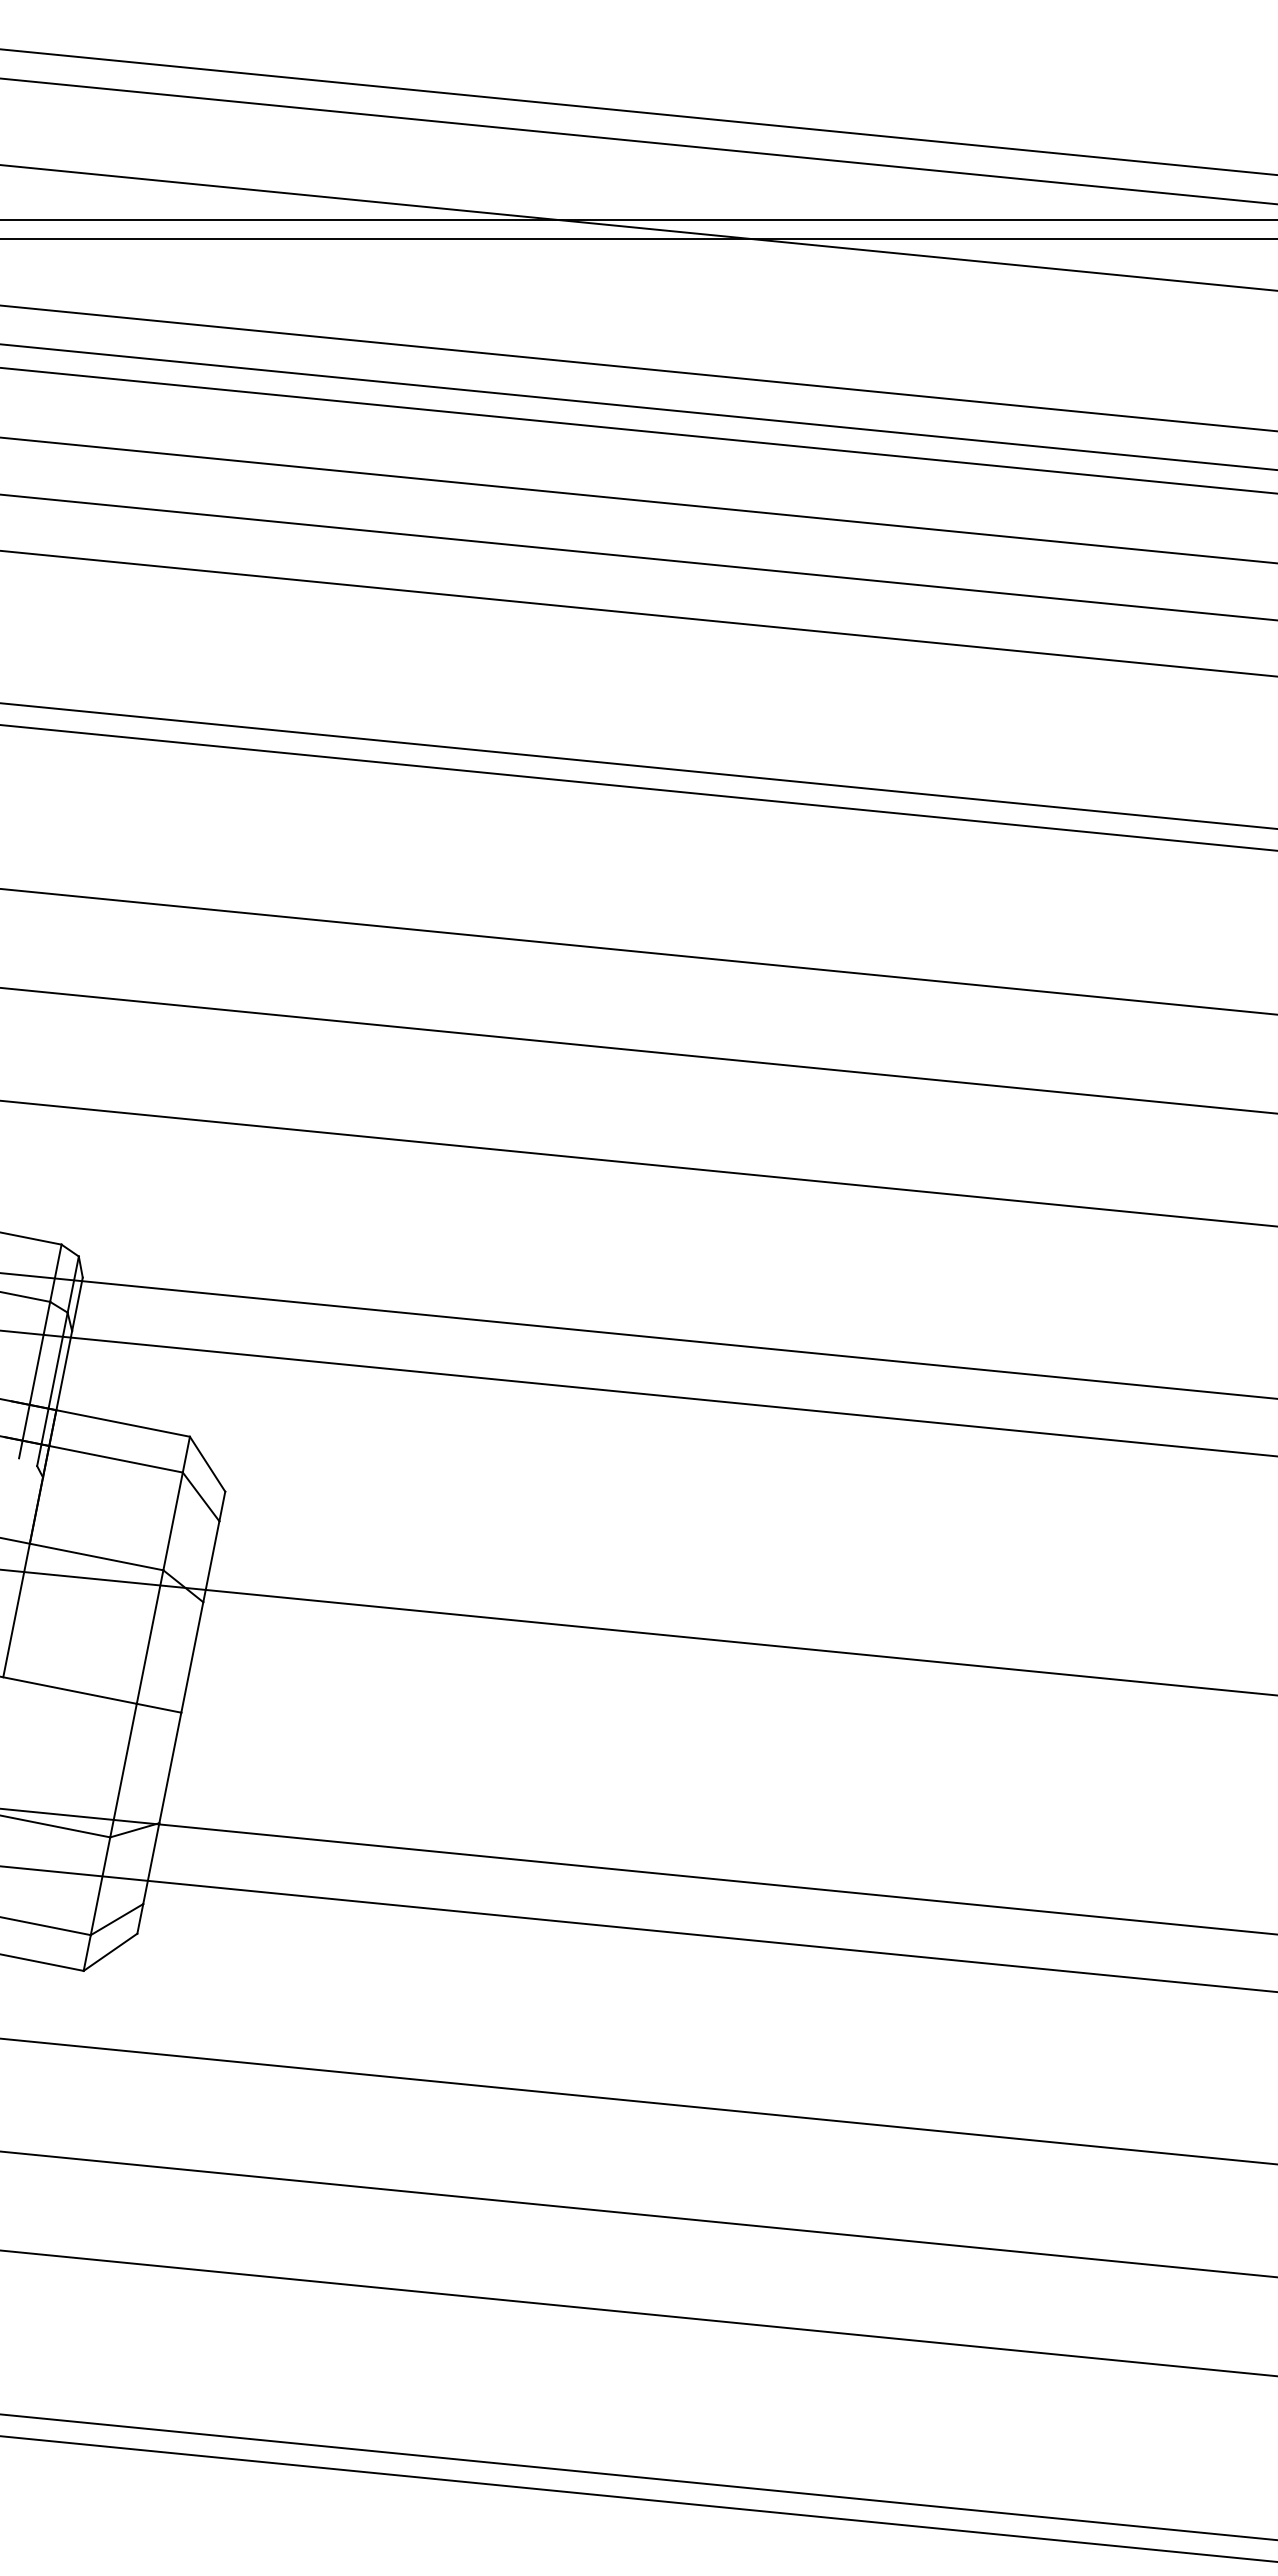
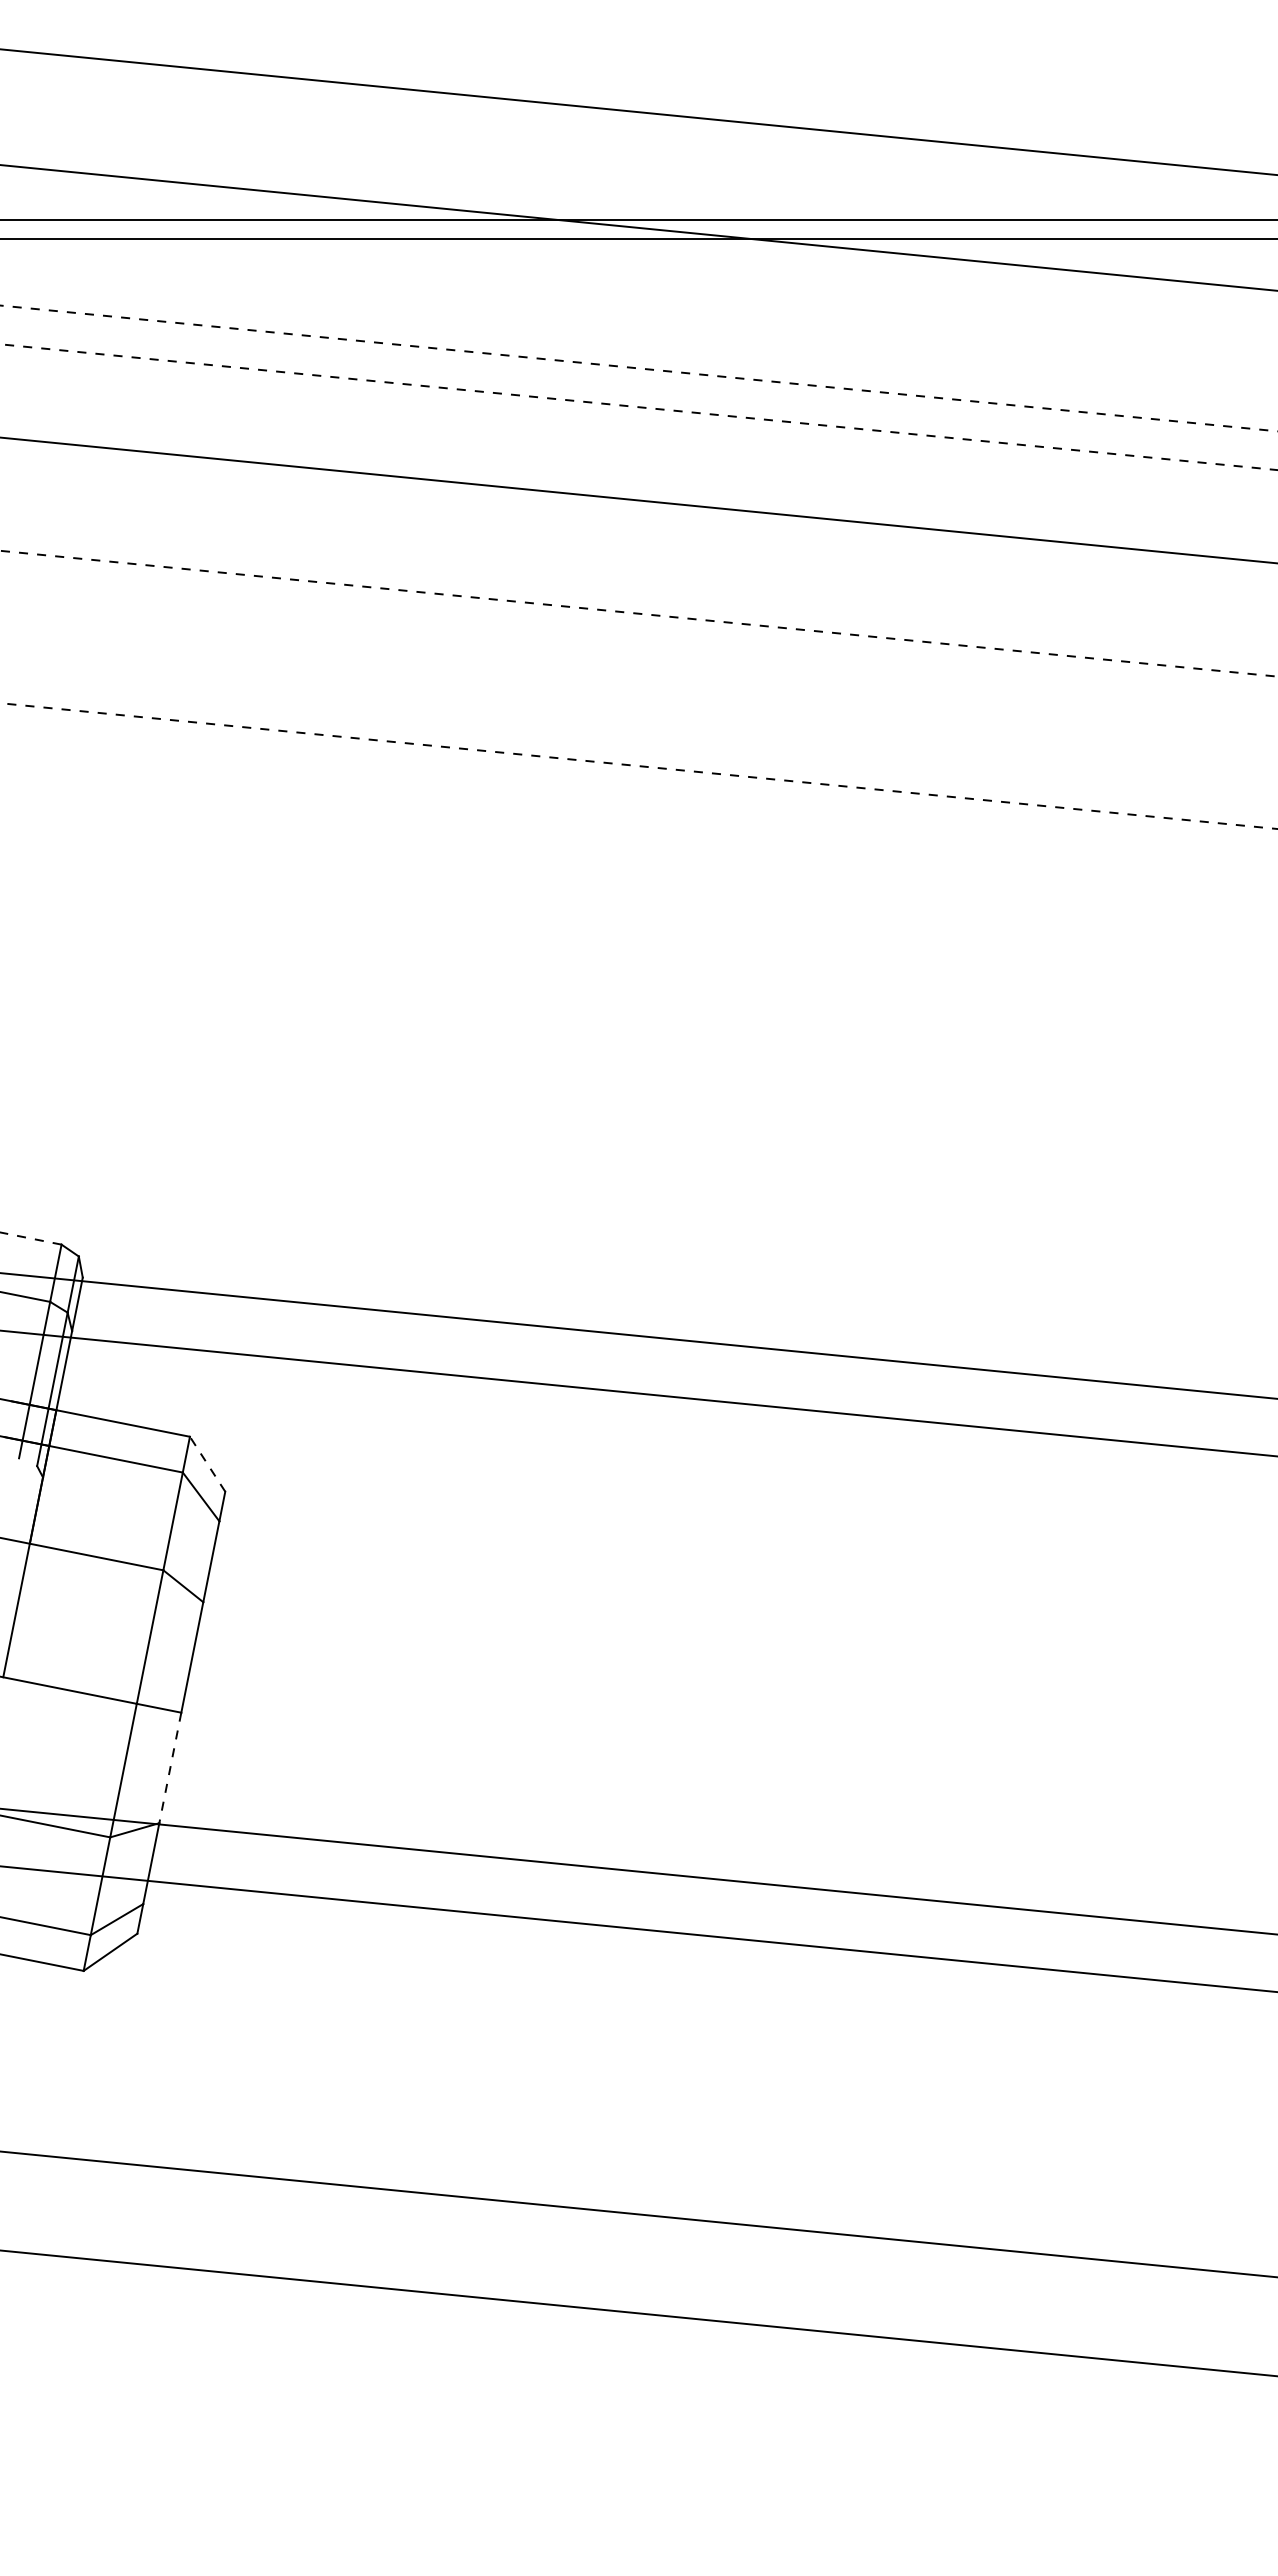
line at (638, 141): present -> none
line at (639, 368): solid -> dashed
line at (639, 407): solid -> dashed
line at (638, 430): present -> none
line at (638, 557): present -> none
line at (639, 613): solid -> dashed
line at (639, 766): solid -> dashed
line at (638, 787): present -> none
line at (638, 951): present -> none
line at (638, 1050): present -> none
line at (638, 1163): present -> none
line at (31, 1238): solid -> dashed
line at (207, 1464): solid -> dashed
line at (638, 1632): present -> none
line at (170, 1768): solid -> dashed
line at (638, 2101): present -> none
line at (638, 2476): present -> none
line at (638, 2498): present -> none
